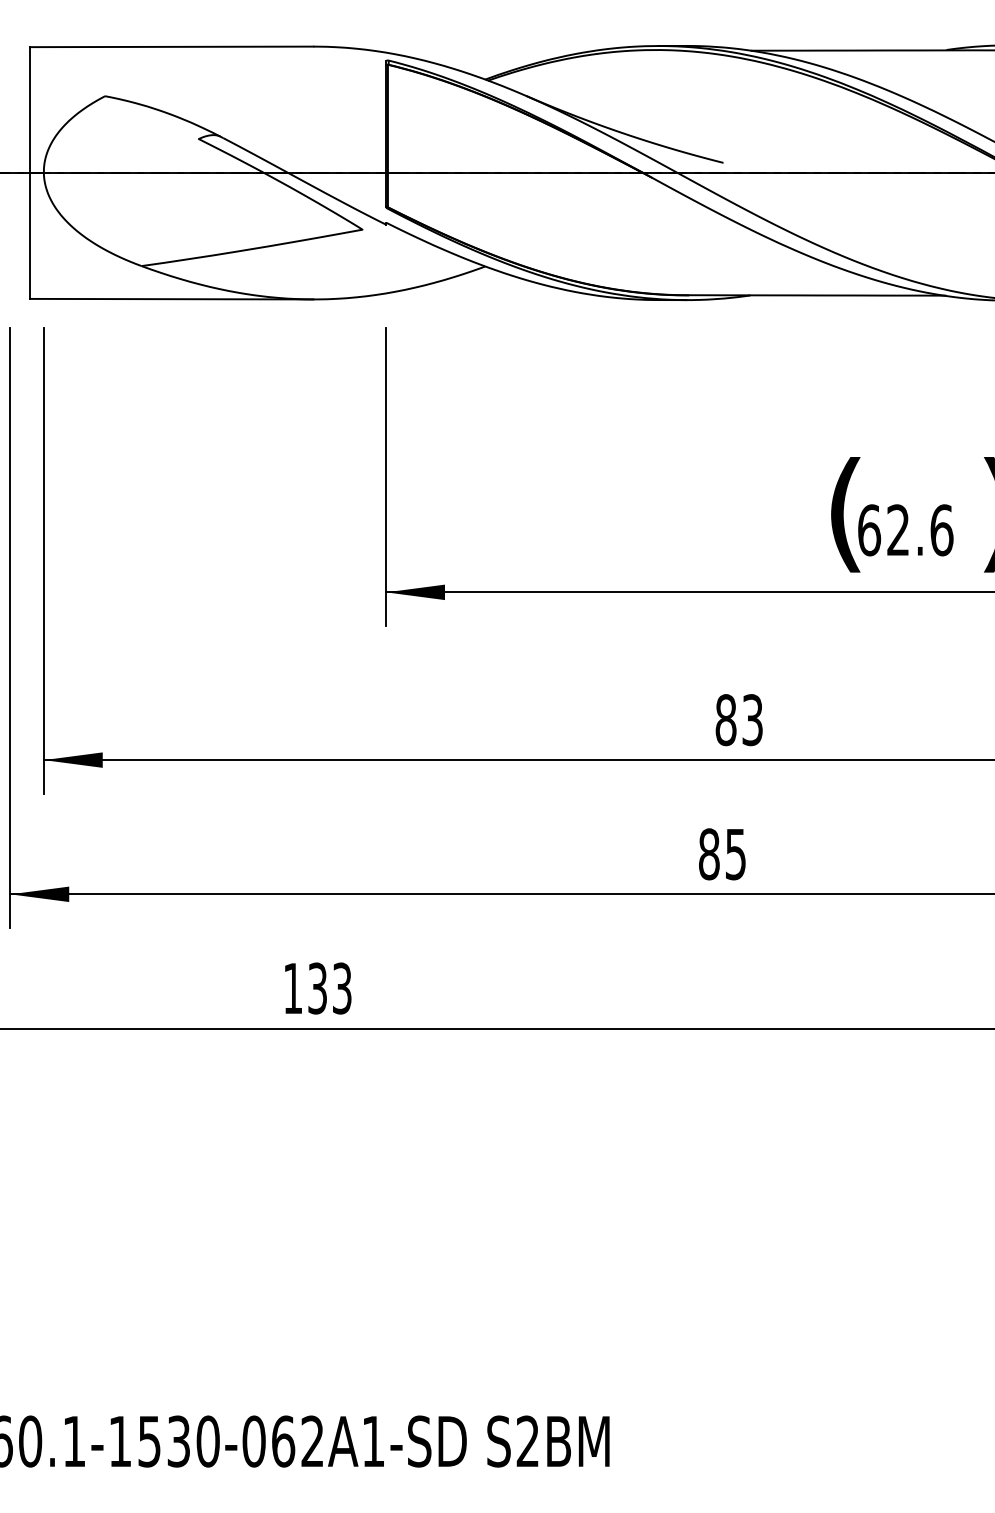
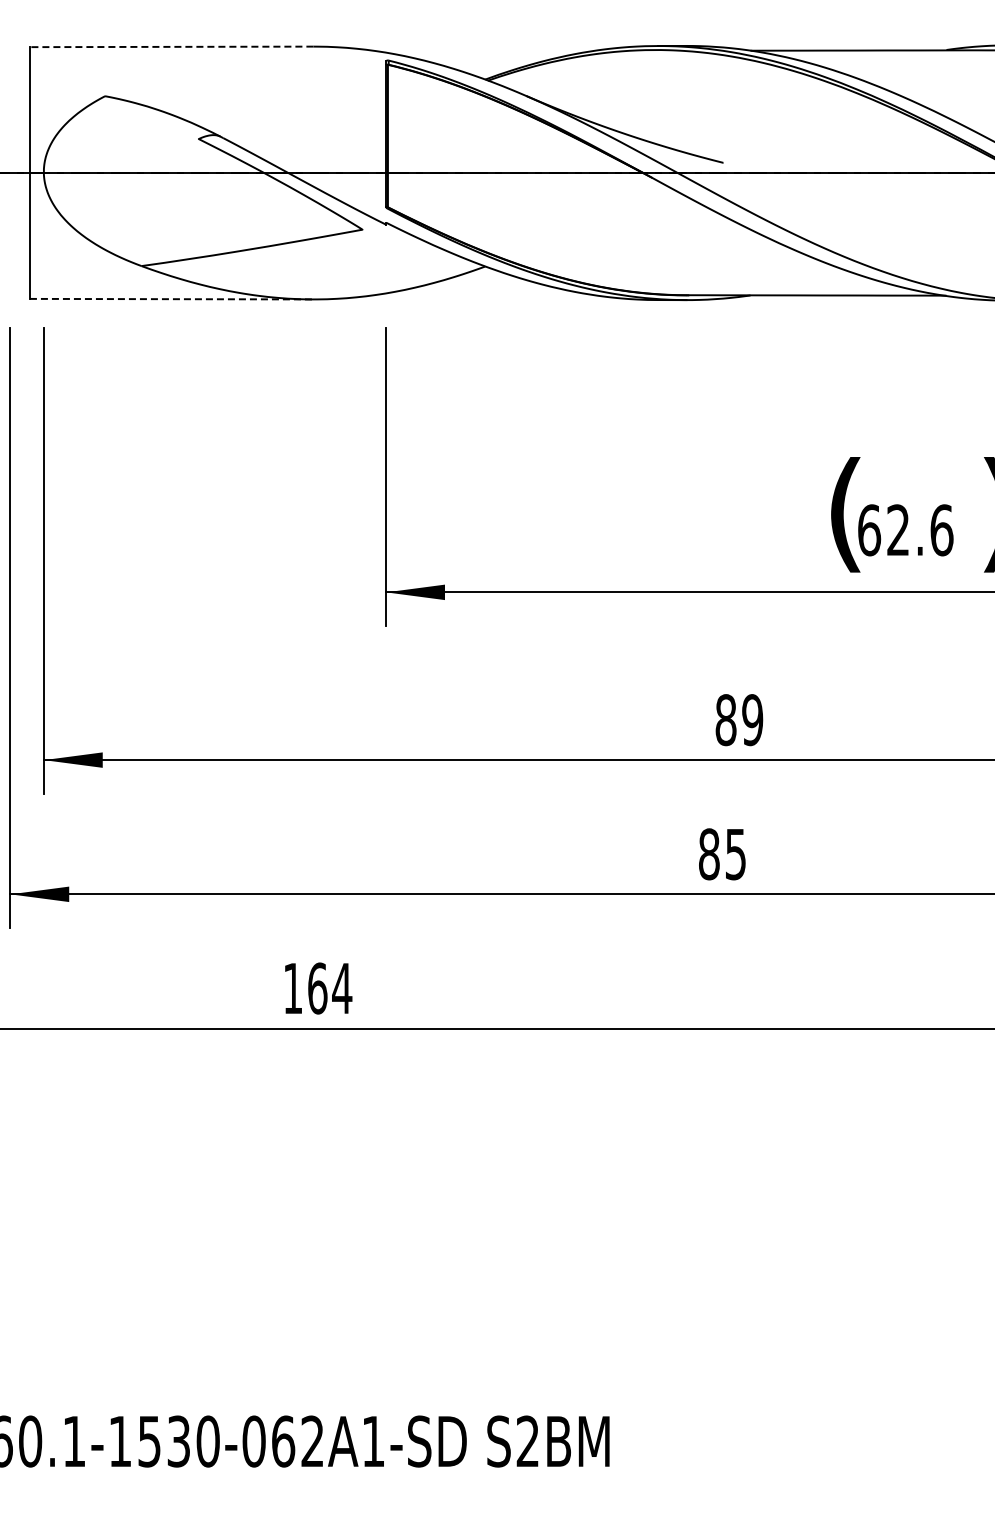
line at (171, 46): solid -> dashed
line at (171, 299): solid -> dashed
text at (752, 720): 83 -> 89
text at (330, 988): 133 -> 164
